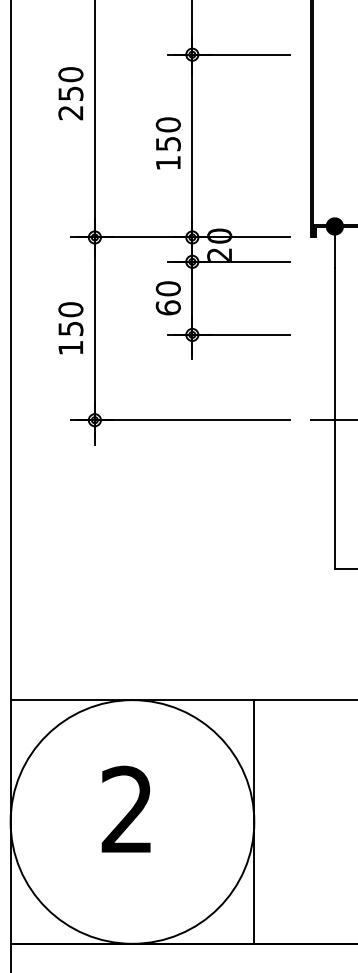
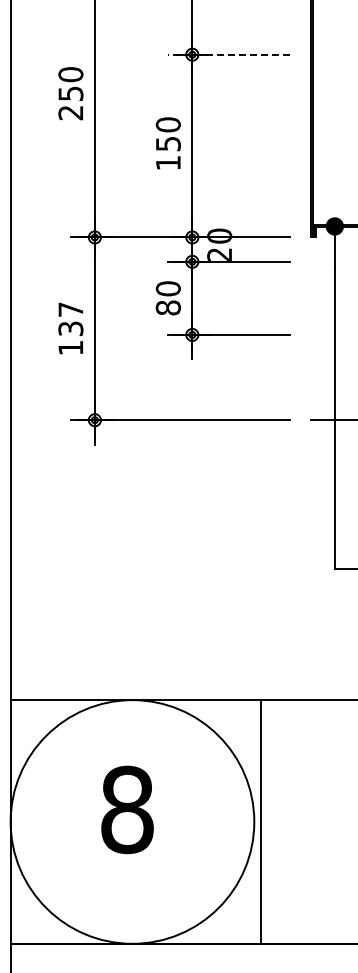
line at (228, 54): solid -> dashed
text at (167, 307): 60 -> 80
text at (70, 318): 150 -> 137
text at (127, 809): 2 -> 8
line at (254, 821) position: (254, 821) -> (261, 821)
